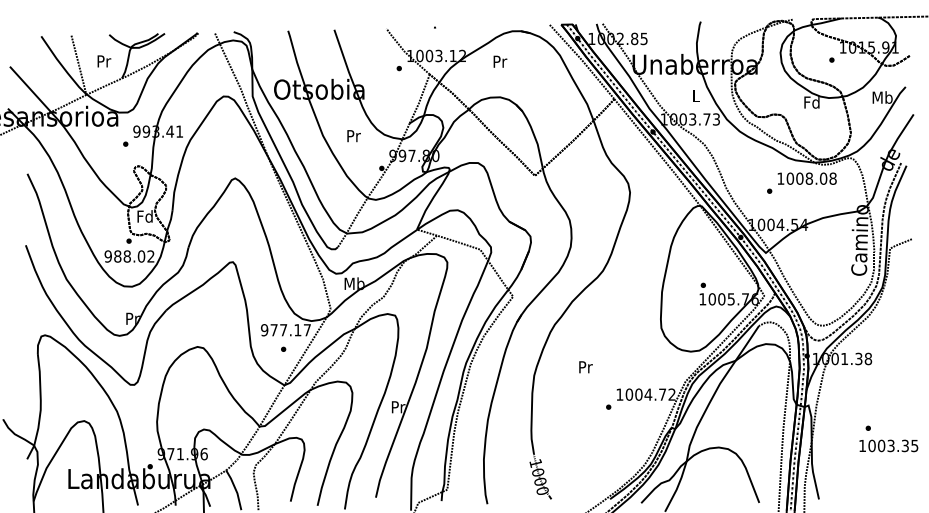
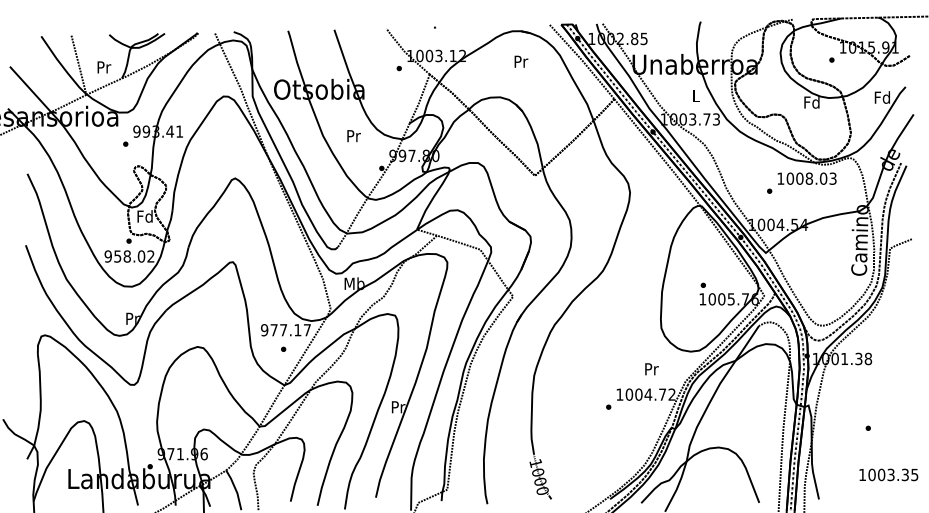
text at (104, 61) position: (104, 61) -> (104, 67)
text at (500, 61) position: (500, 61) -> (521, 61)
text at (882, 97): Mb -> Fd
text at (832, 178): 1008.08 -> 1008.03
text at (117, 256): 988.02 -> 958.02
text at (585, 367) position: (585, 367) -> (651, 369)
text at (888, 445) position: (888, 445) -> (888, 474)
